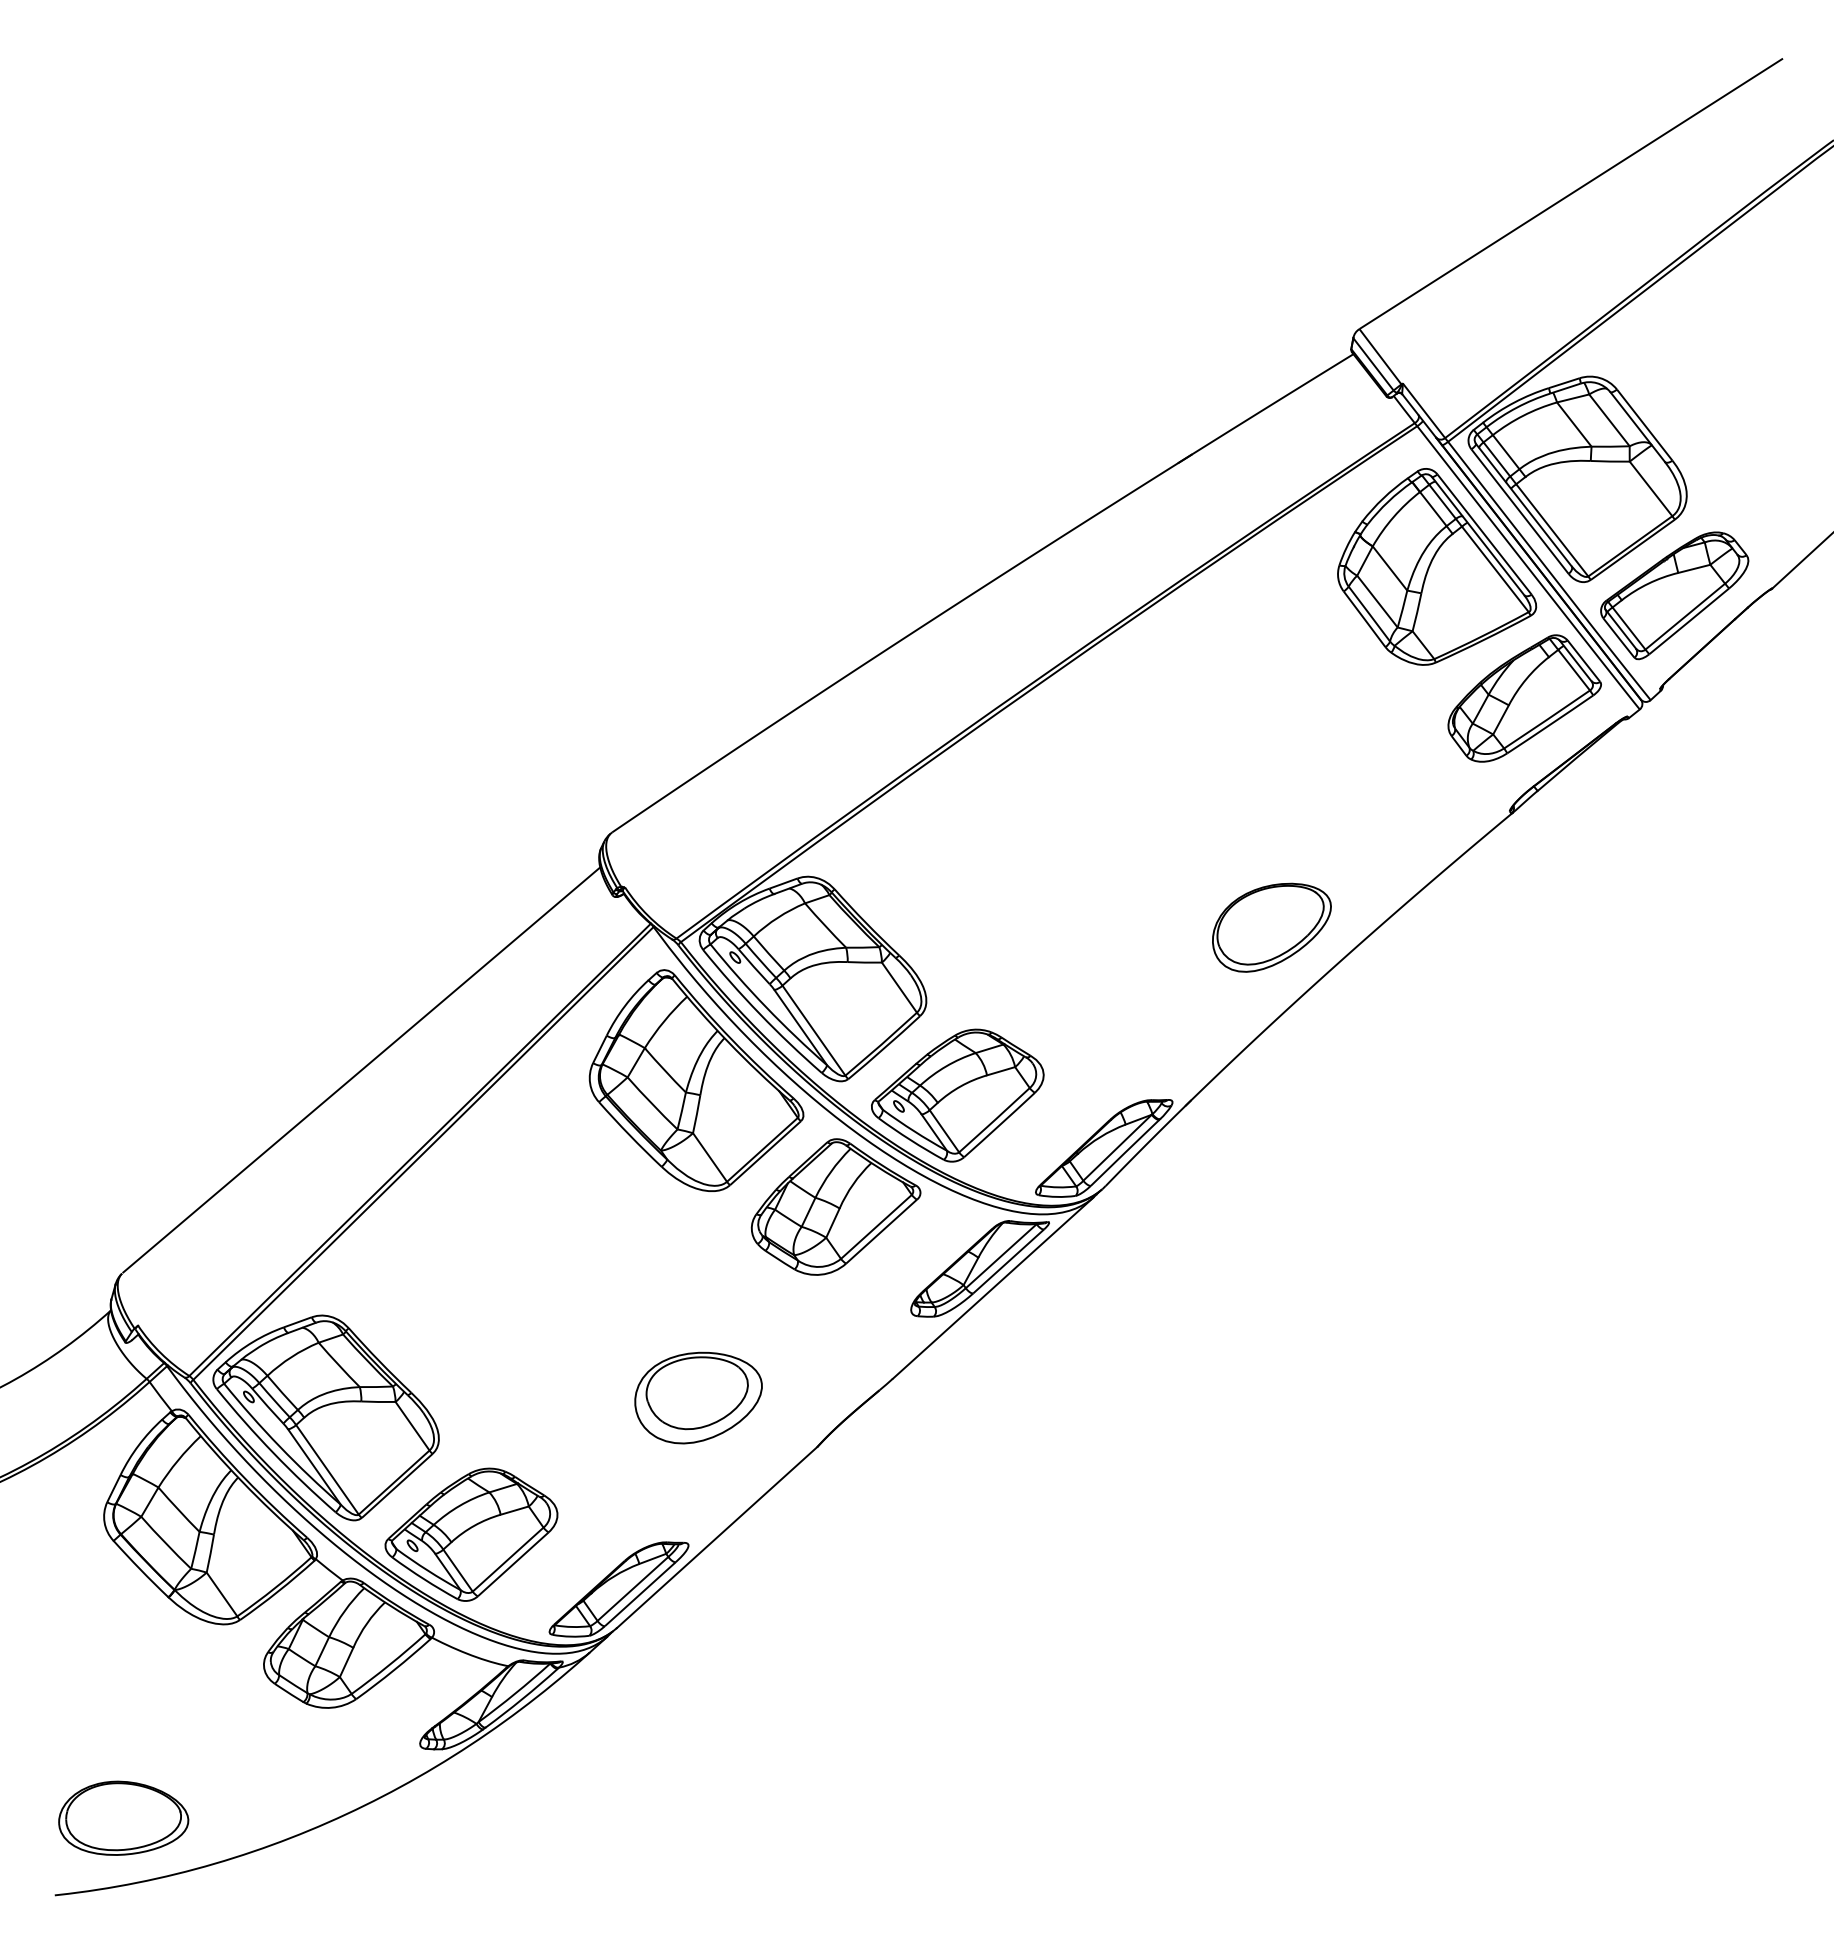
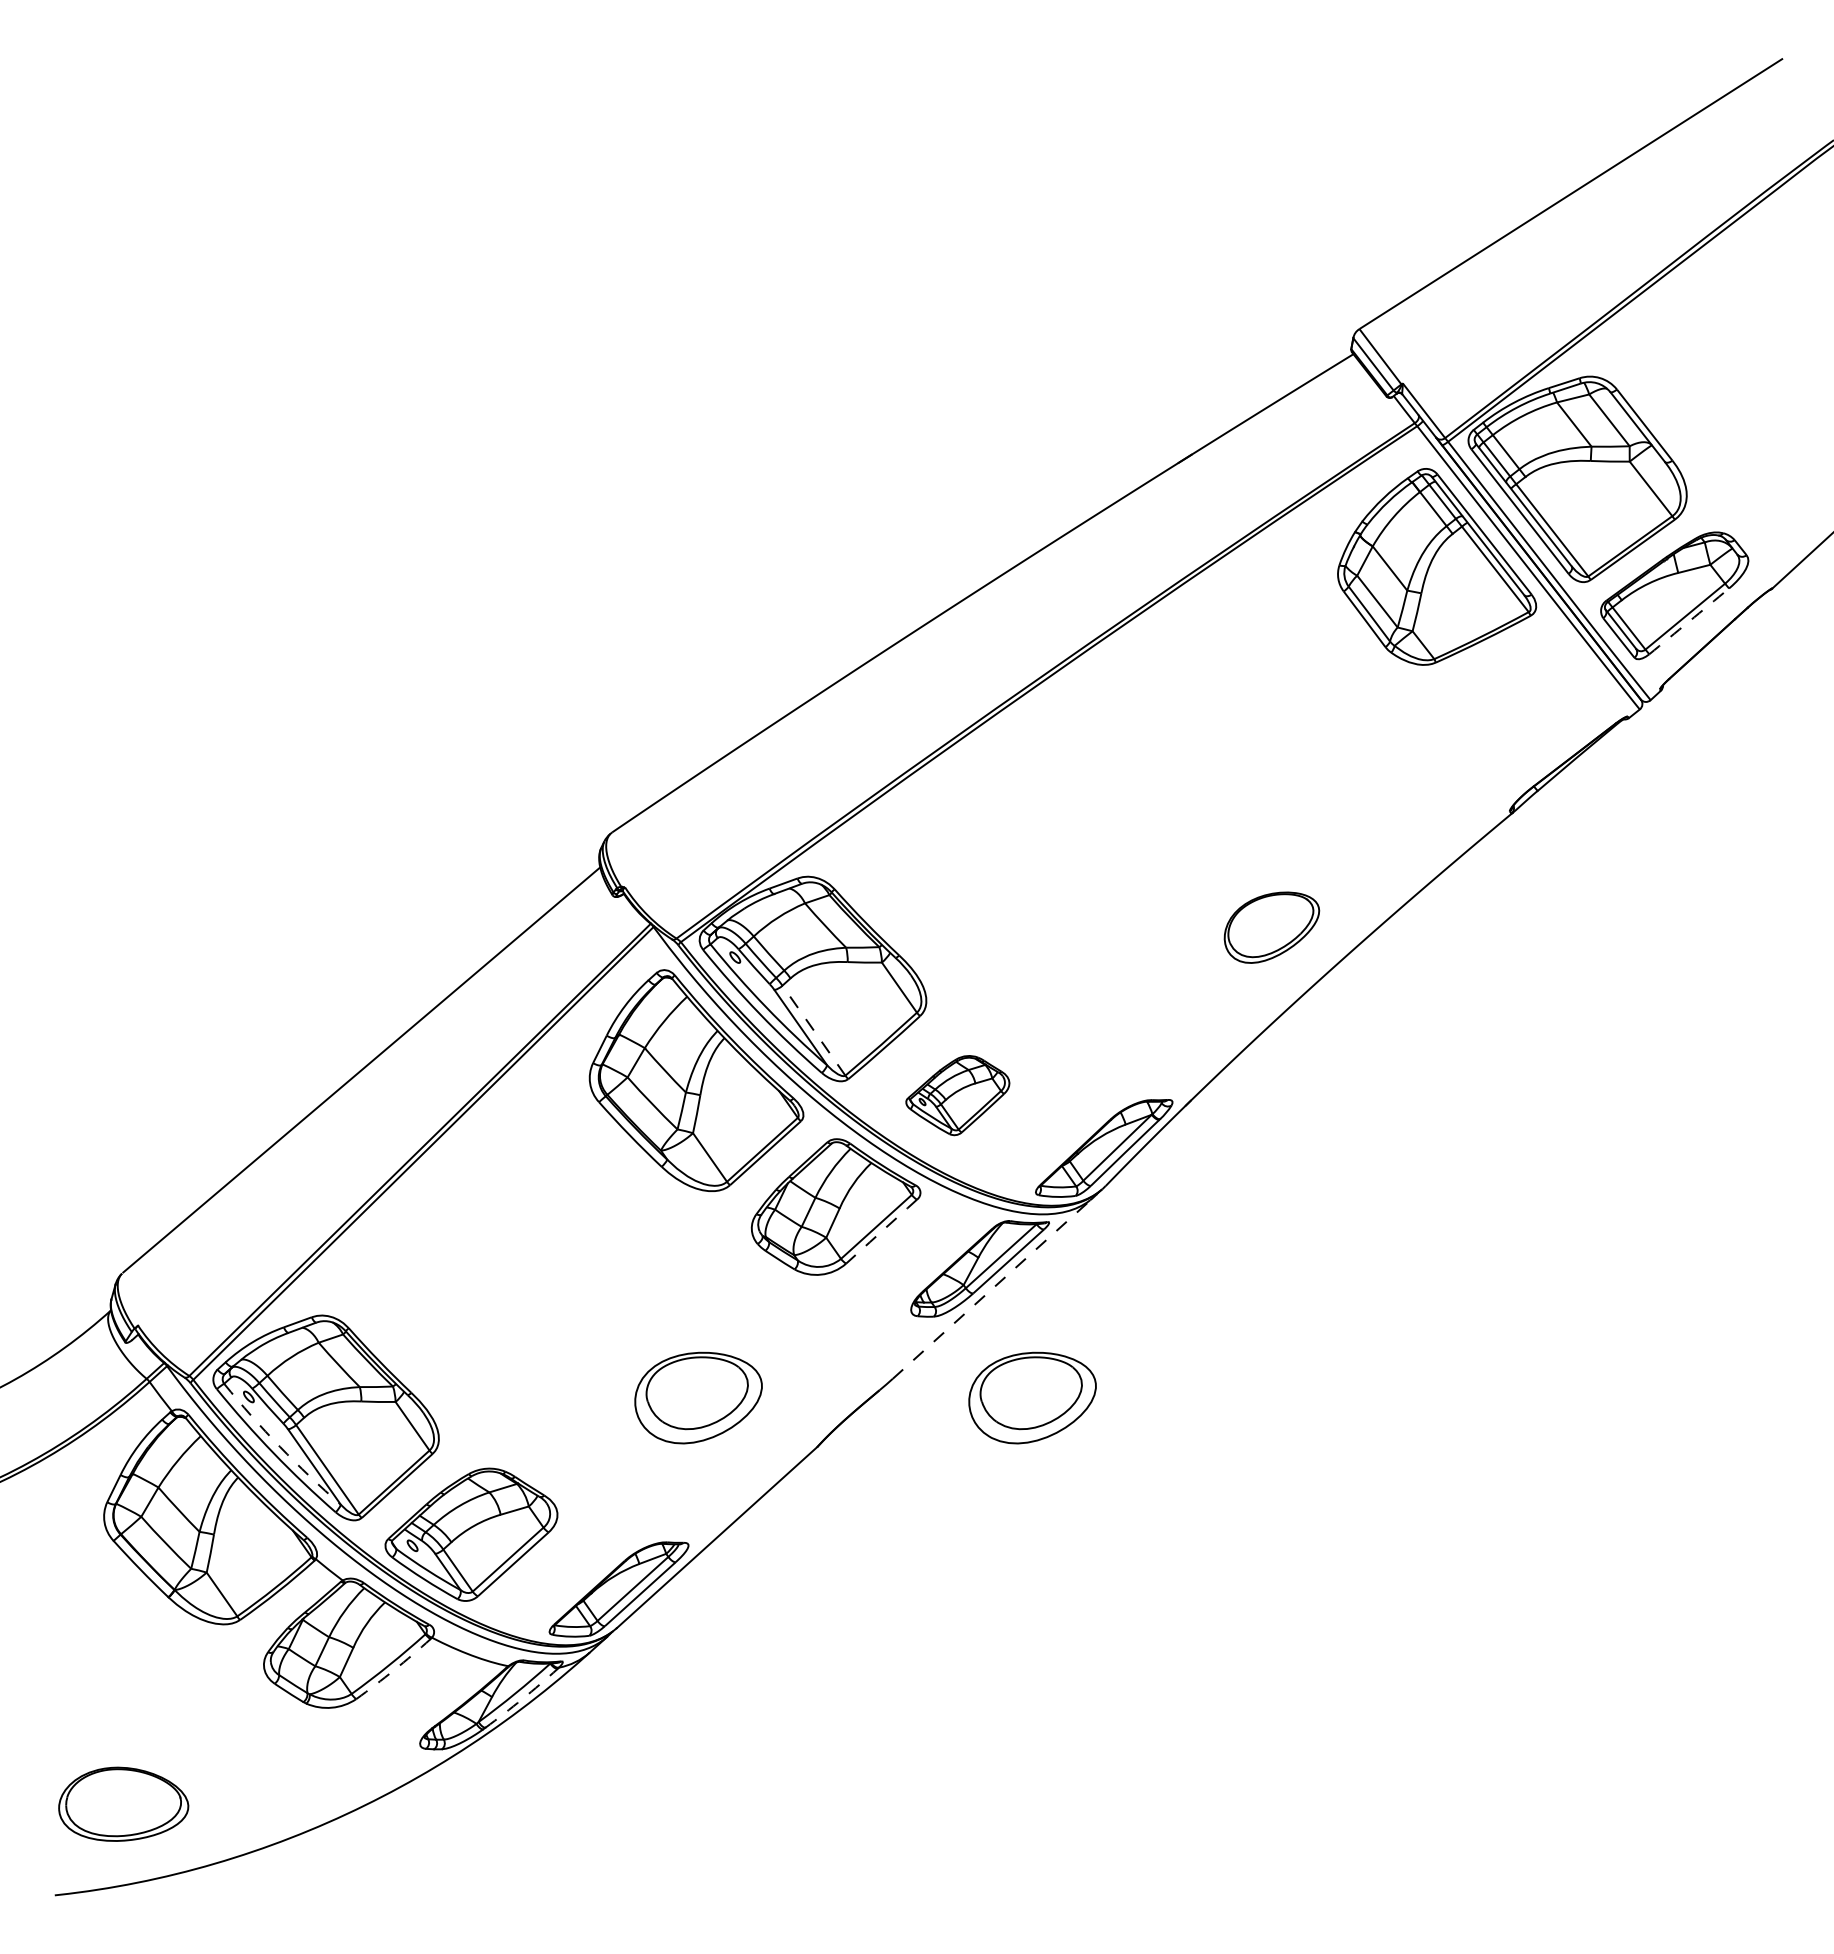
arc at (1689, 621): solid -> dashed
part at (1524, 698): present -> none
part at (1271, 927) size: 120x91 px -> 98x73 px
line at (813, 1030): solid -> dashed
part at (957, 1095) size: 174x135 px -> 106x82 px
line at (881, 1231): solid -> dashed
line at (993, 1287): solid -> dashed
part at (1032, 1397): none -> present
arc at (279, 1446): solid -> dashed
arc at (394, 1670): solid -> dashed
arc at (522, 1699): solid -> dashed
part at (123, 1817) position: (123, 1817) -> (123, 1803)
